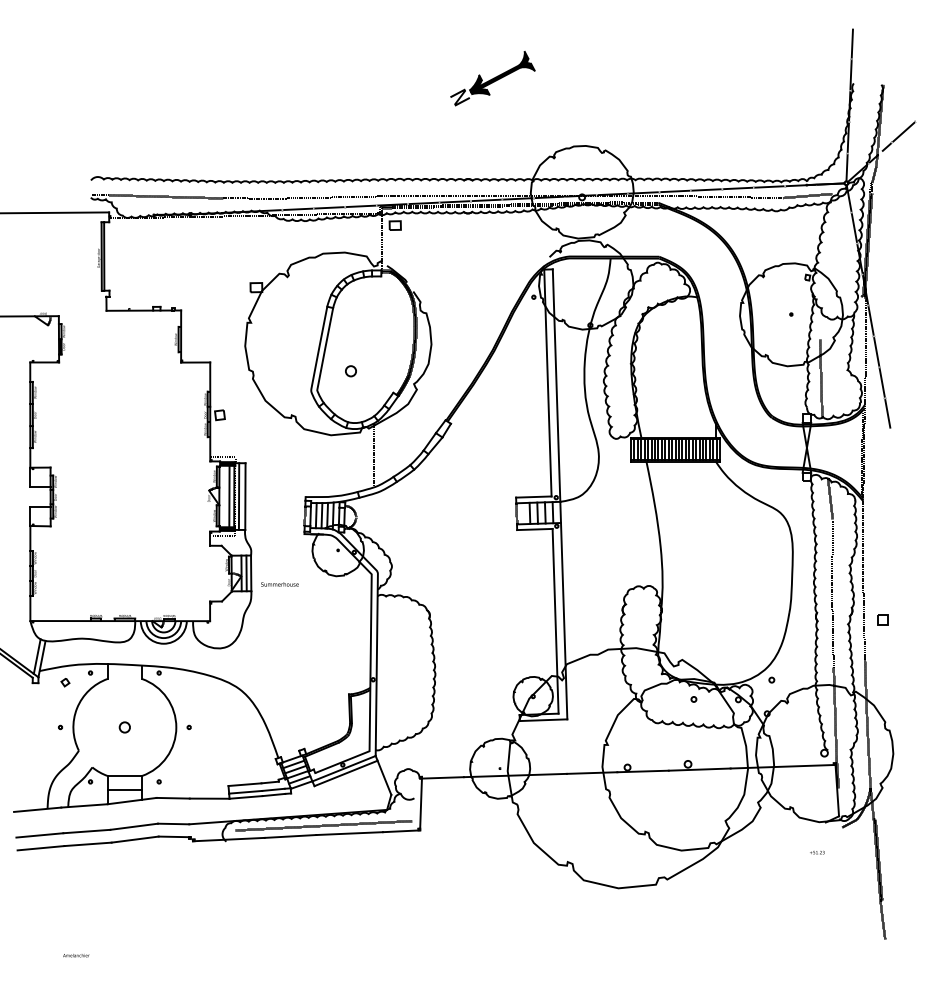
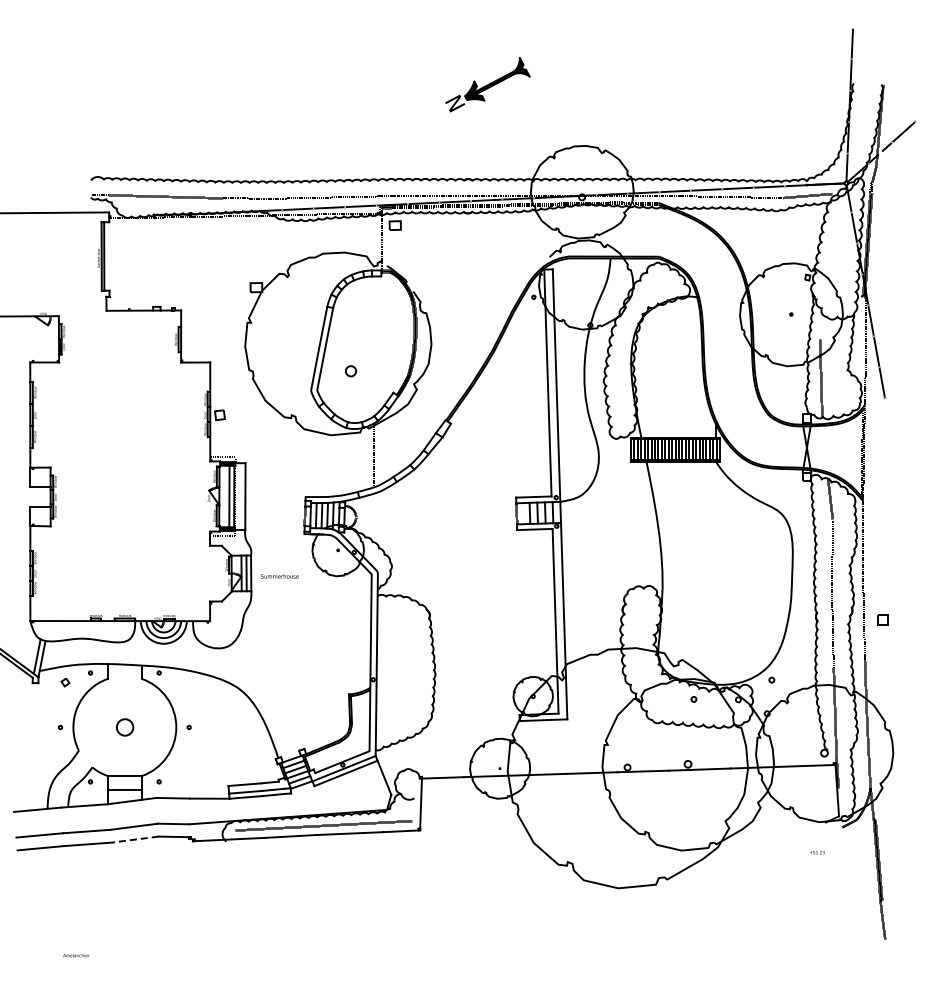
part at (492, 78) position: (492, 78) -> (487, 84)
line at (887, 413): present -> none
line at (238, 496): present -> none
text at (279, 584) position: (279, 584) -> (279, 576)
circle at (124, 727) size: 13x13 px -> 19x19 px
line at (135, 839): solid -> dashed
